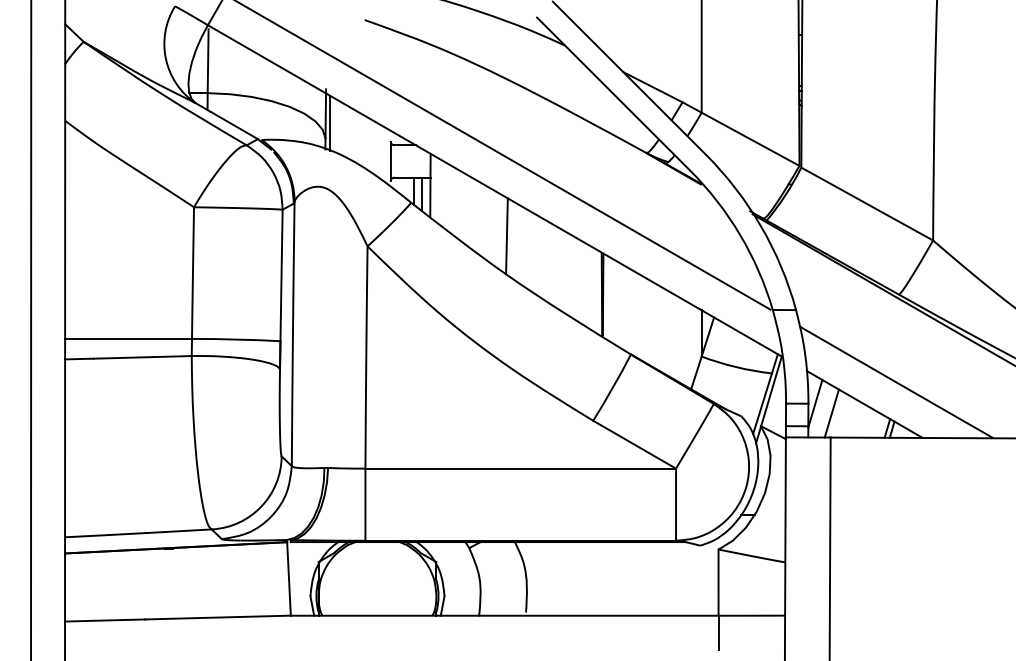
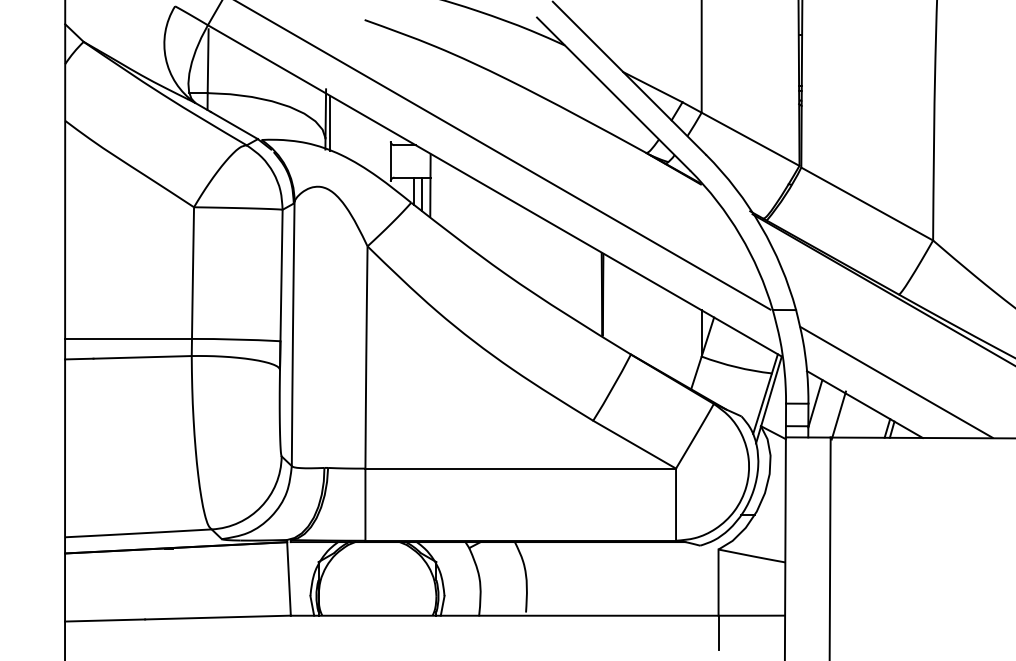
line at (506, 236): present -> none
line at (31, 329): present -> none
line at (831, 413) position: (831, 413) -> (838, 415)
